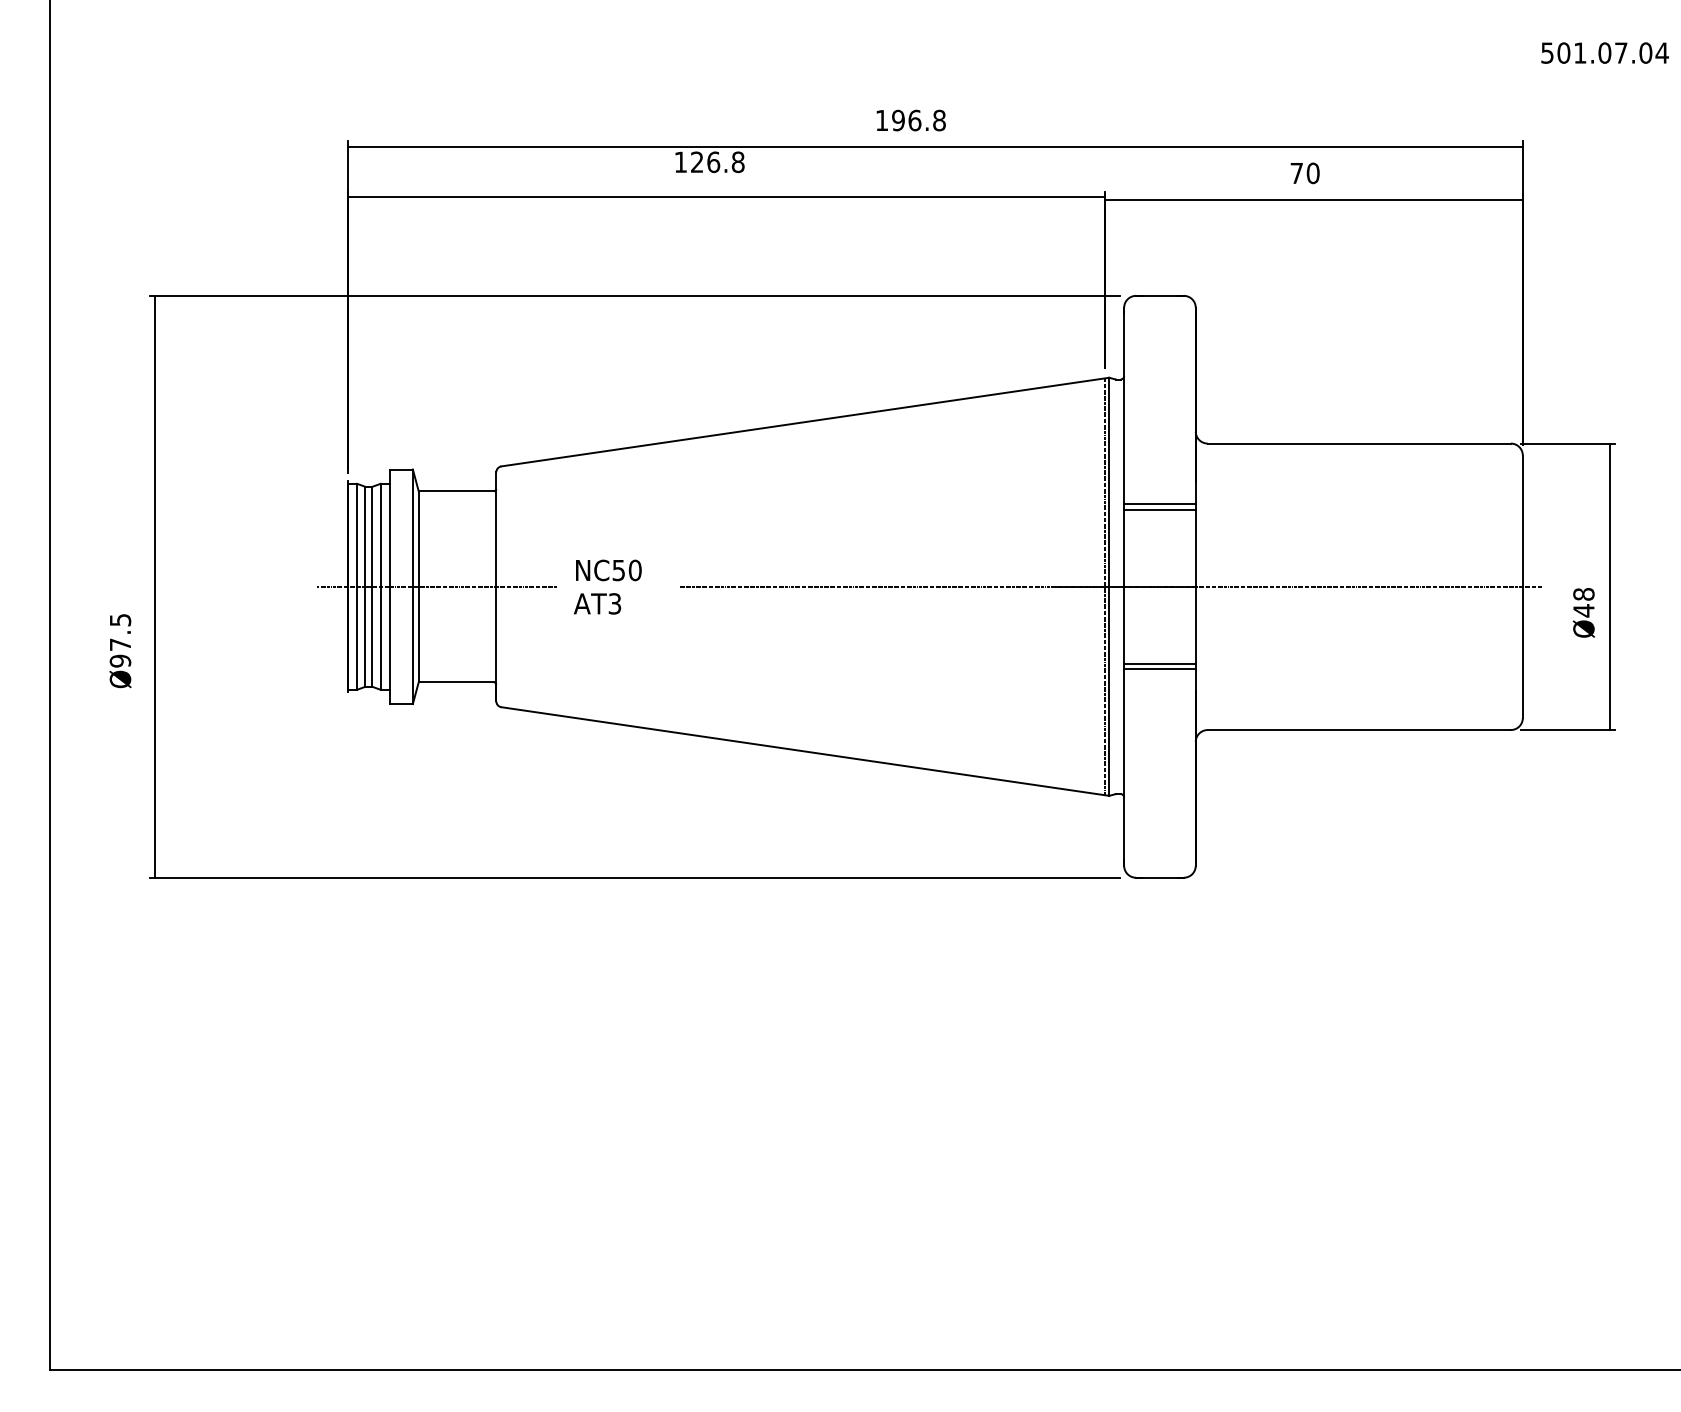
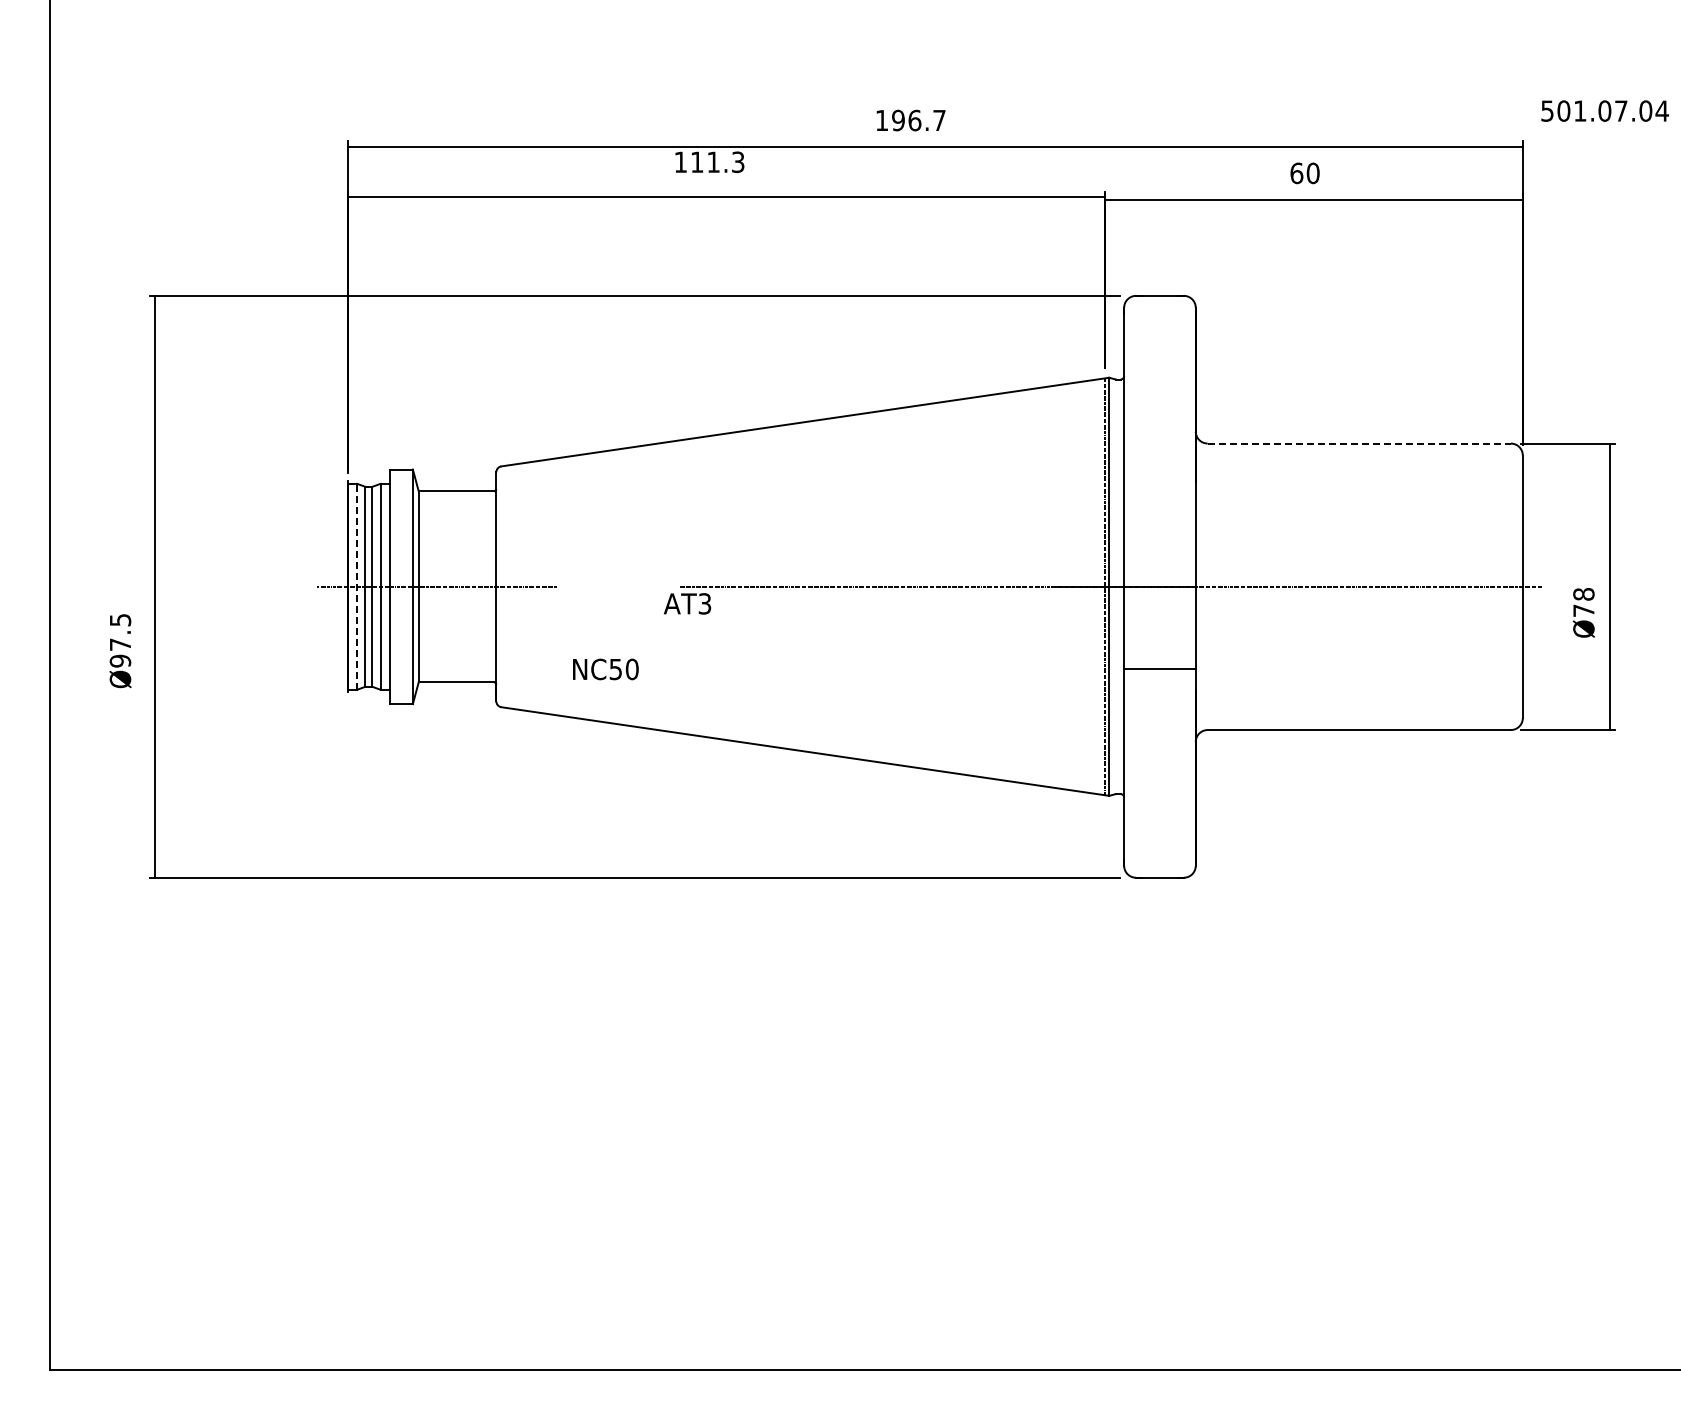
text at (1604, 52) position: (1604, 52) -> (1604, 110)
text at (939, 120): 196.8 -> 196.7
text at (717, 162): 126.8 -> 111.3
text at (1296, 173): 70 -> 60
line at (1359, 443): solid -> dashed
line at (1159, 504): present -> none
line at (1159, 510): present -> none
text at (608, 570) position: (608, 570) -> (605, 669)
line at (357, 586): solid -> dashed
text at (597, 603) position: (597, 603) -> (687, 603)
text at (1583, 610): Ø48 -> Ø78
line at (1159, 663): present -> none
